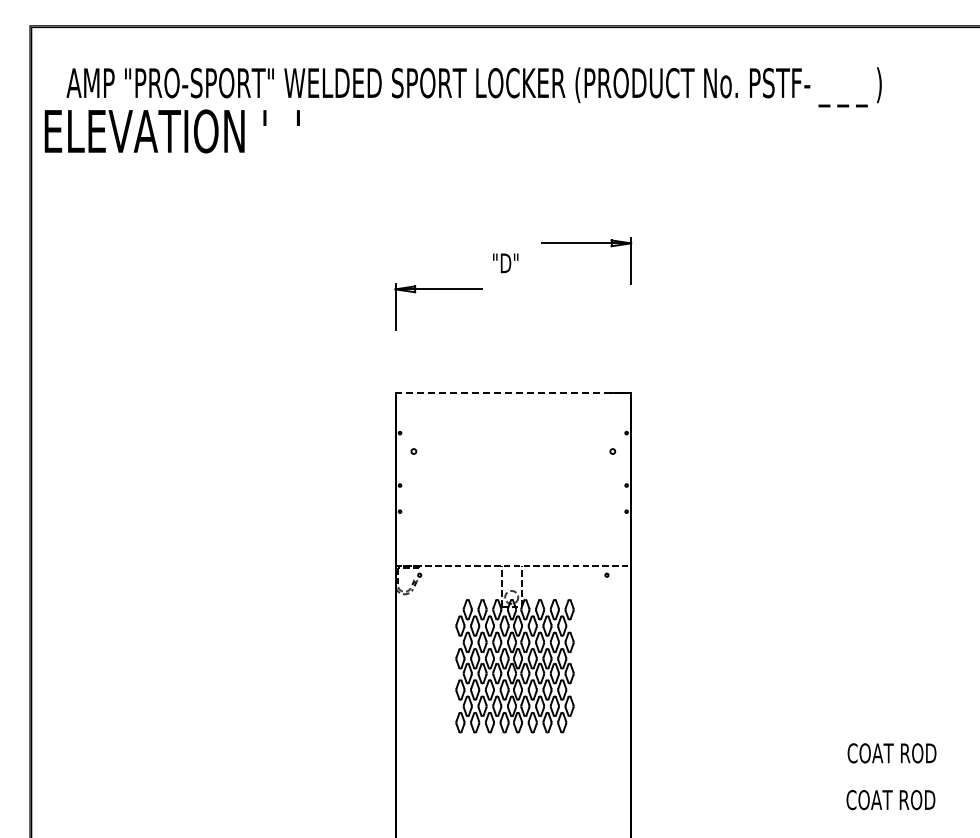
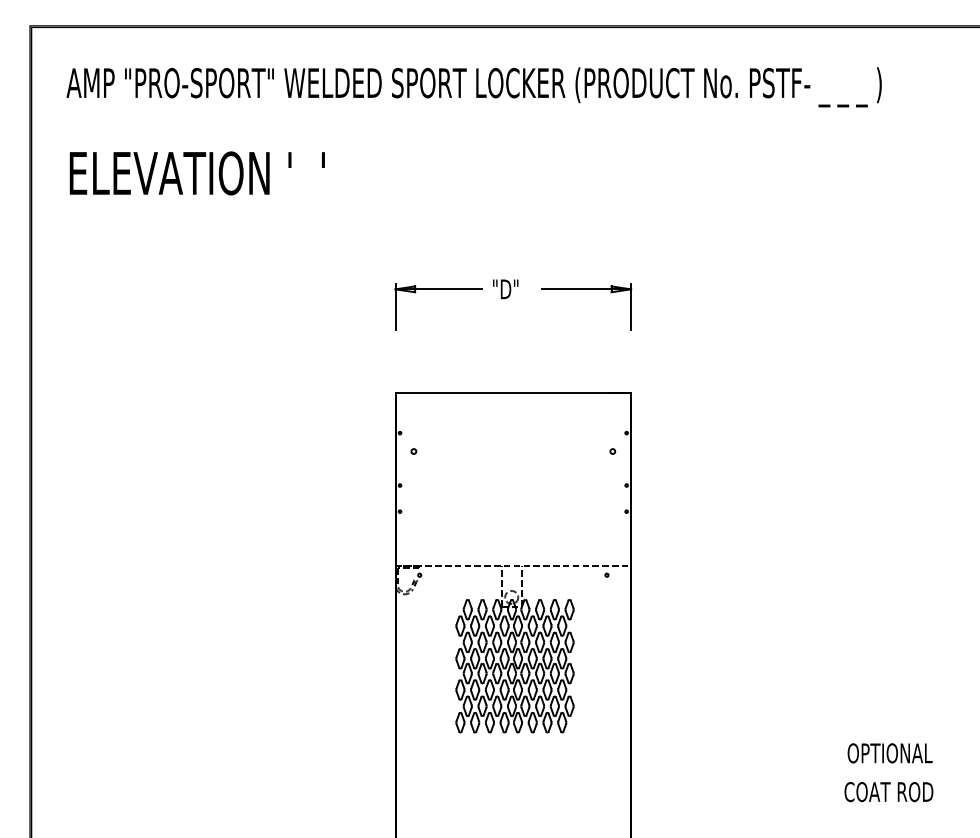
text at (171, 131) position: (171, 131) -> (196, 173)
part at (586, 243) position: (586, 243) -> (586, 289)
text at (505, 263) position: (505, 263) -> (505, 289)
line at (508, 392): dashed -> solid
text at (894, 753): COAT ROD -> OPTIONAL
text at (890, 800) position: (890, 800) -> (888, 792)
